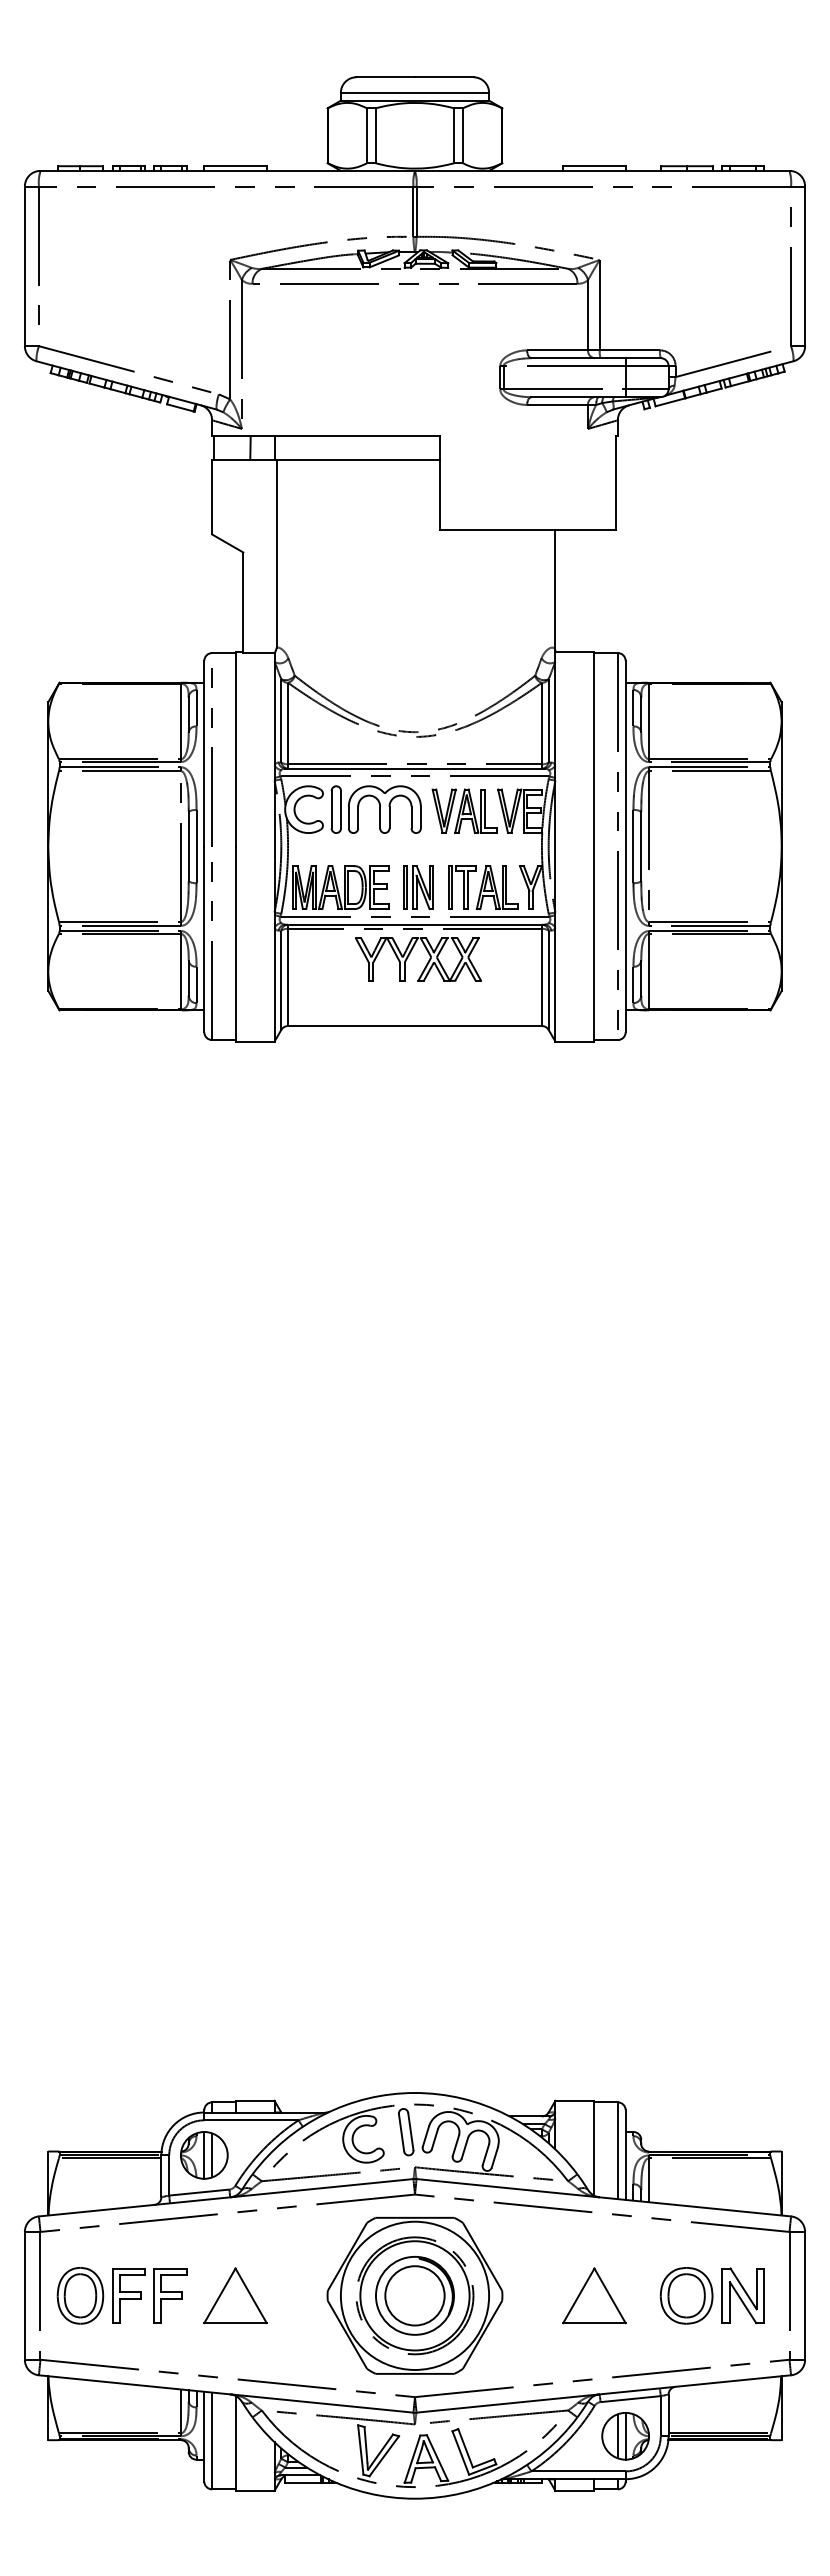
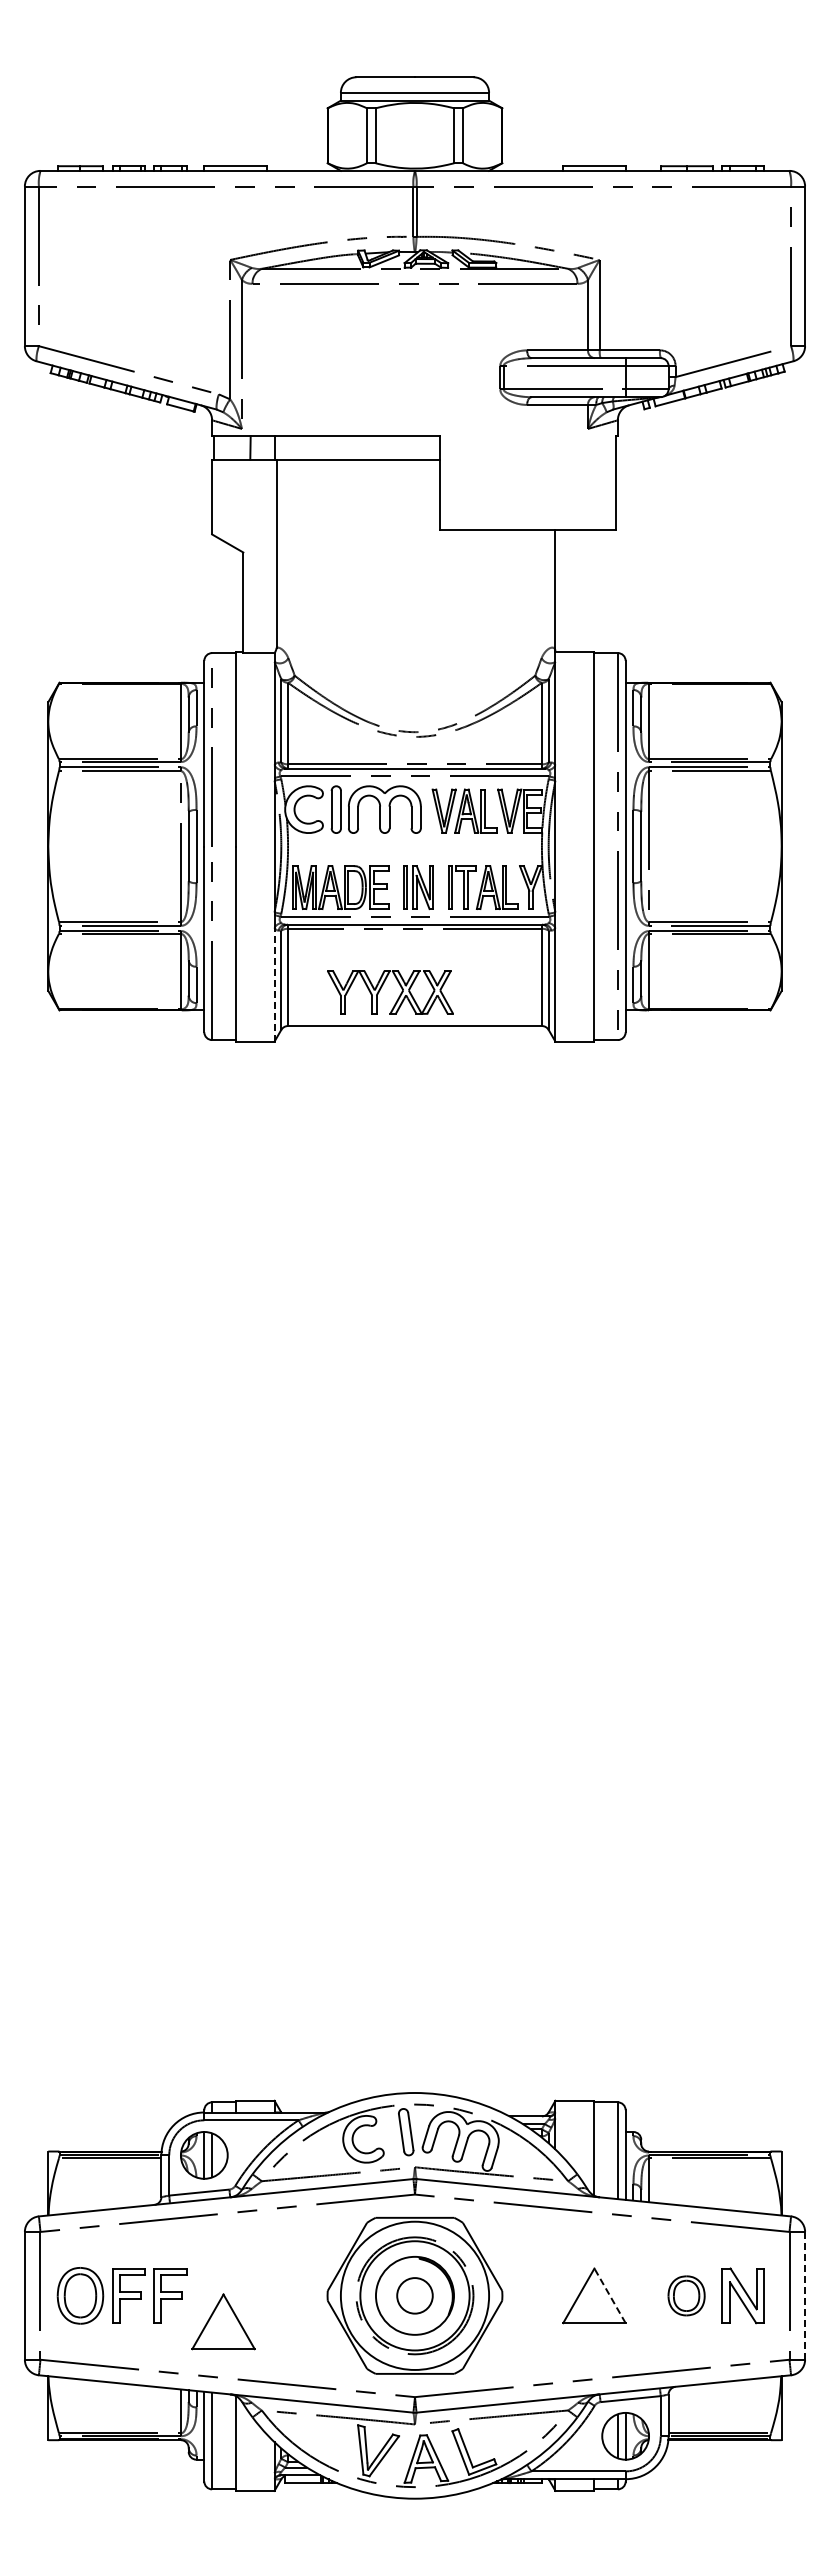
part at (426, 963) position: (426, 963) -> (398, 996)
line at (274, 984): solid -> dashed
part at (235, 2295) position: (235, 2295) -> (223, 2321)
circle at (414, 2295) diameter: 59 px -> 36 px
line at (609, 2295): solid -> dashed
part at (686, 2295) size: 55x58 px -> 39x42 px
line at (805, 2295): solid -> dashed
